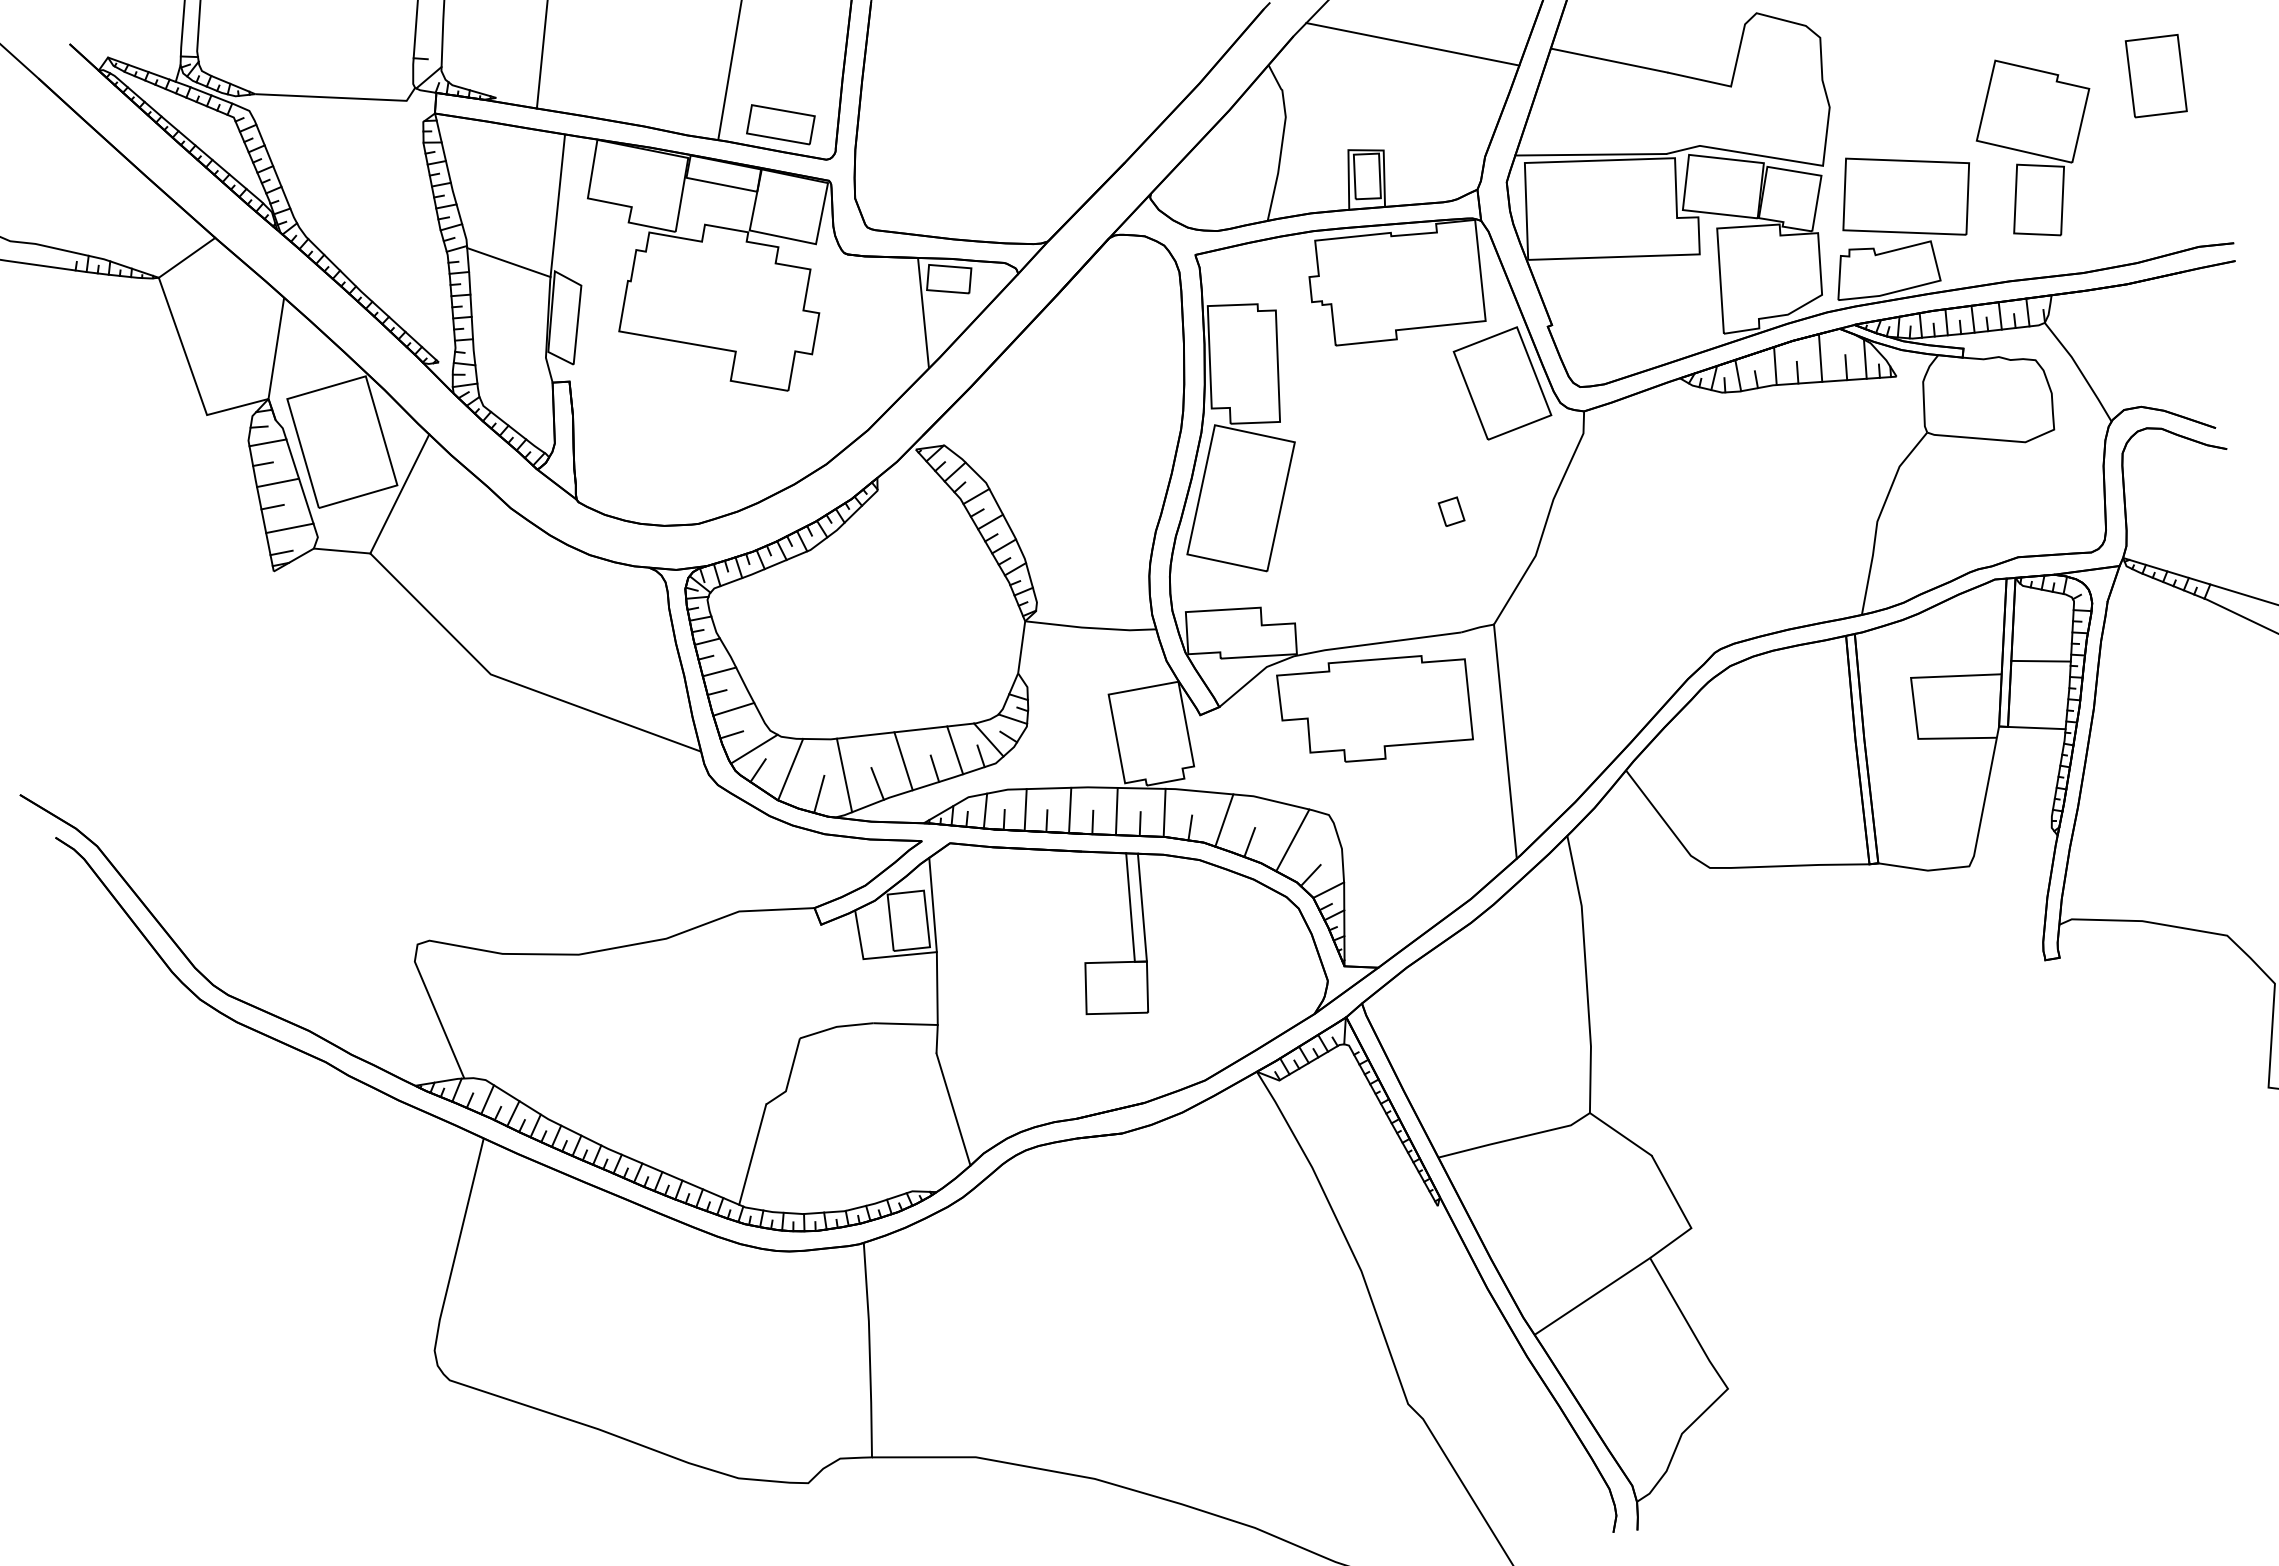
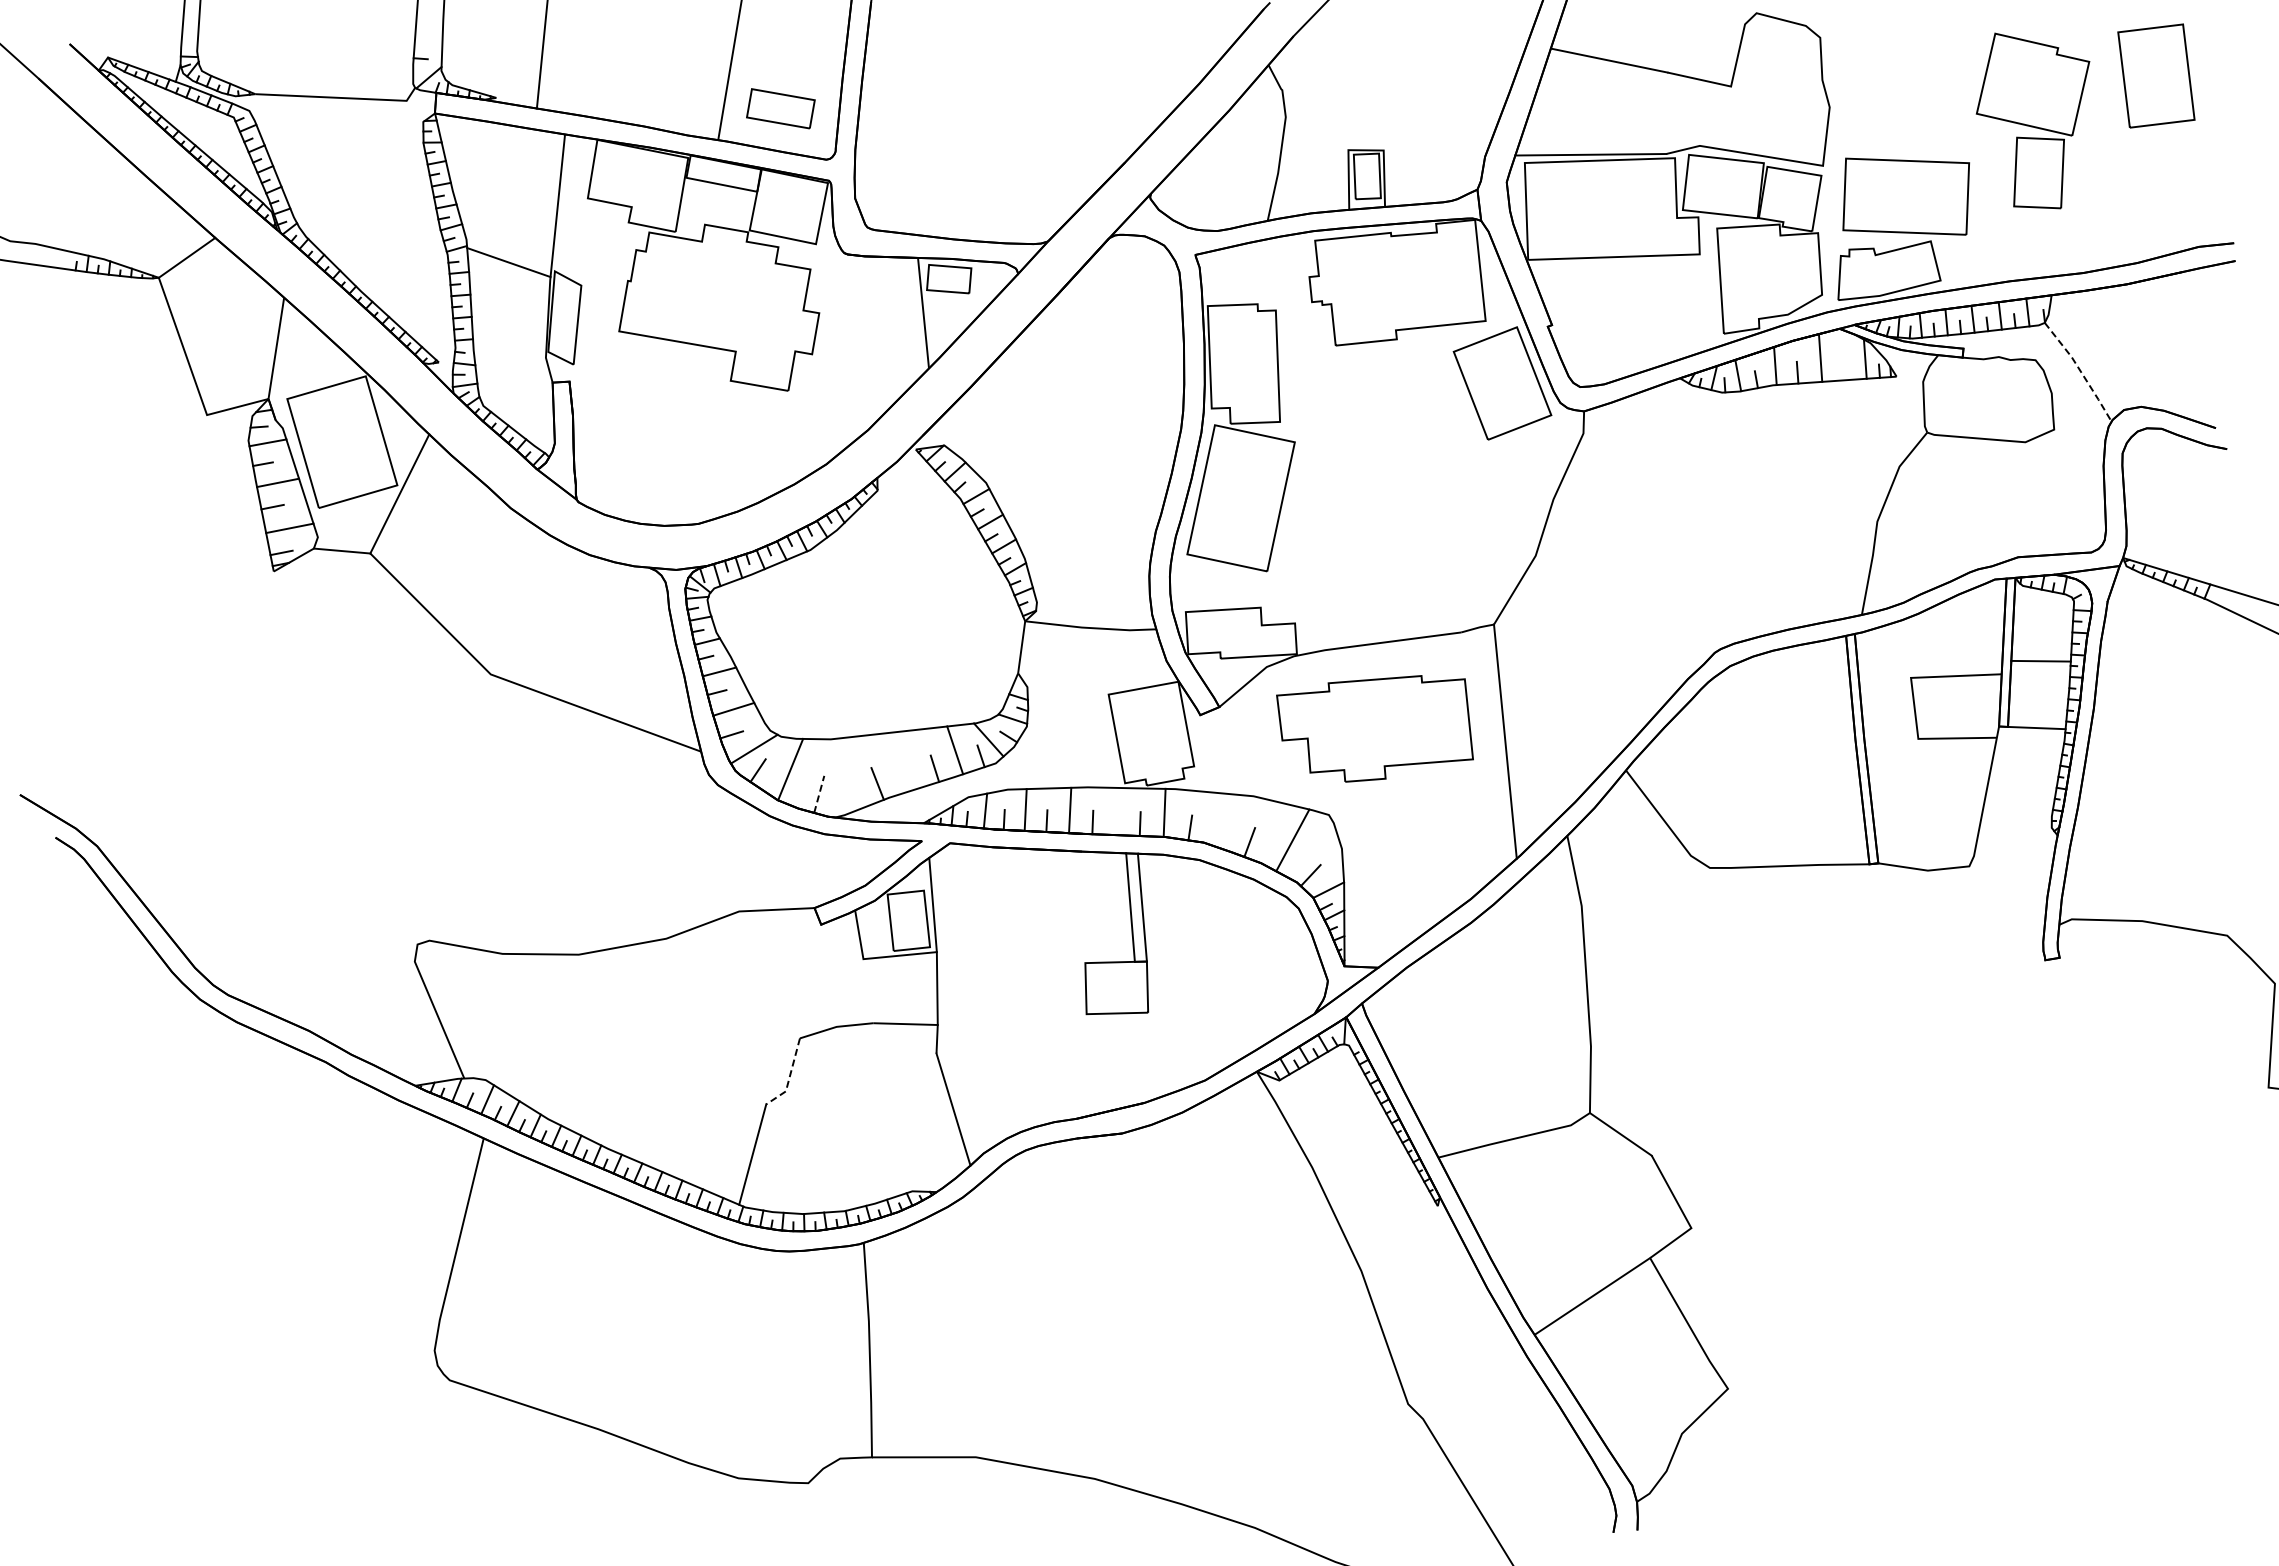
line at (1412, 44): present -> none
part at (2155, 76) size: 64x85 px -> 79x106 px
part at (780, 124) position: (780, 124) -> (780, 108)
part at (2032, 147) position: (2032, 147) -> (2032, 120)
line at (1846, 367): present -> none
line at (2080, 371): solid -> dashed
part at (1451, 511): present -> none
part at (1374, 708) position: (1374, 708) -> (1374, 728)
line at (903, 761): present -> none
line at (844, 775): present -> none
line at (819, 793): solid -> dashed
line at (1116, 811): present -> none
line at (1224, 820): present -> none
line at (789, 1076): solid -> dashed
